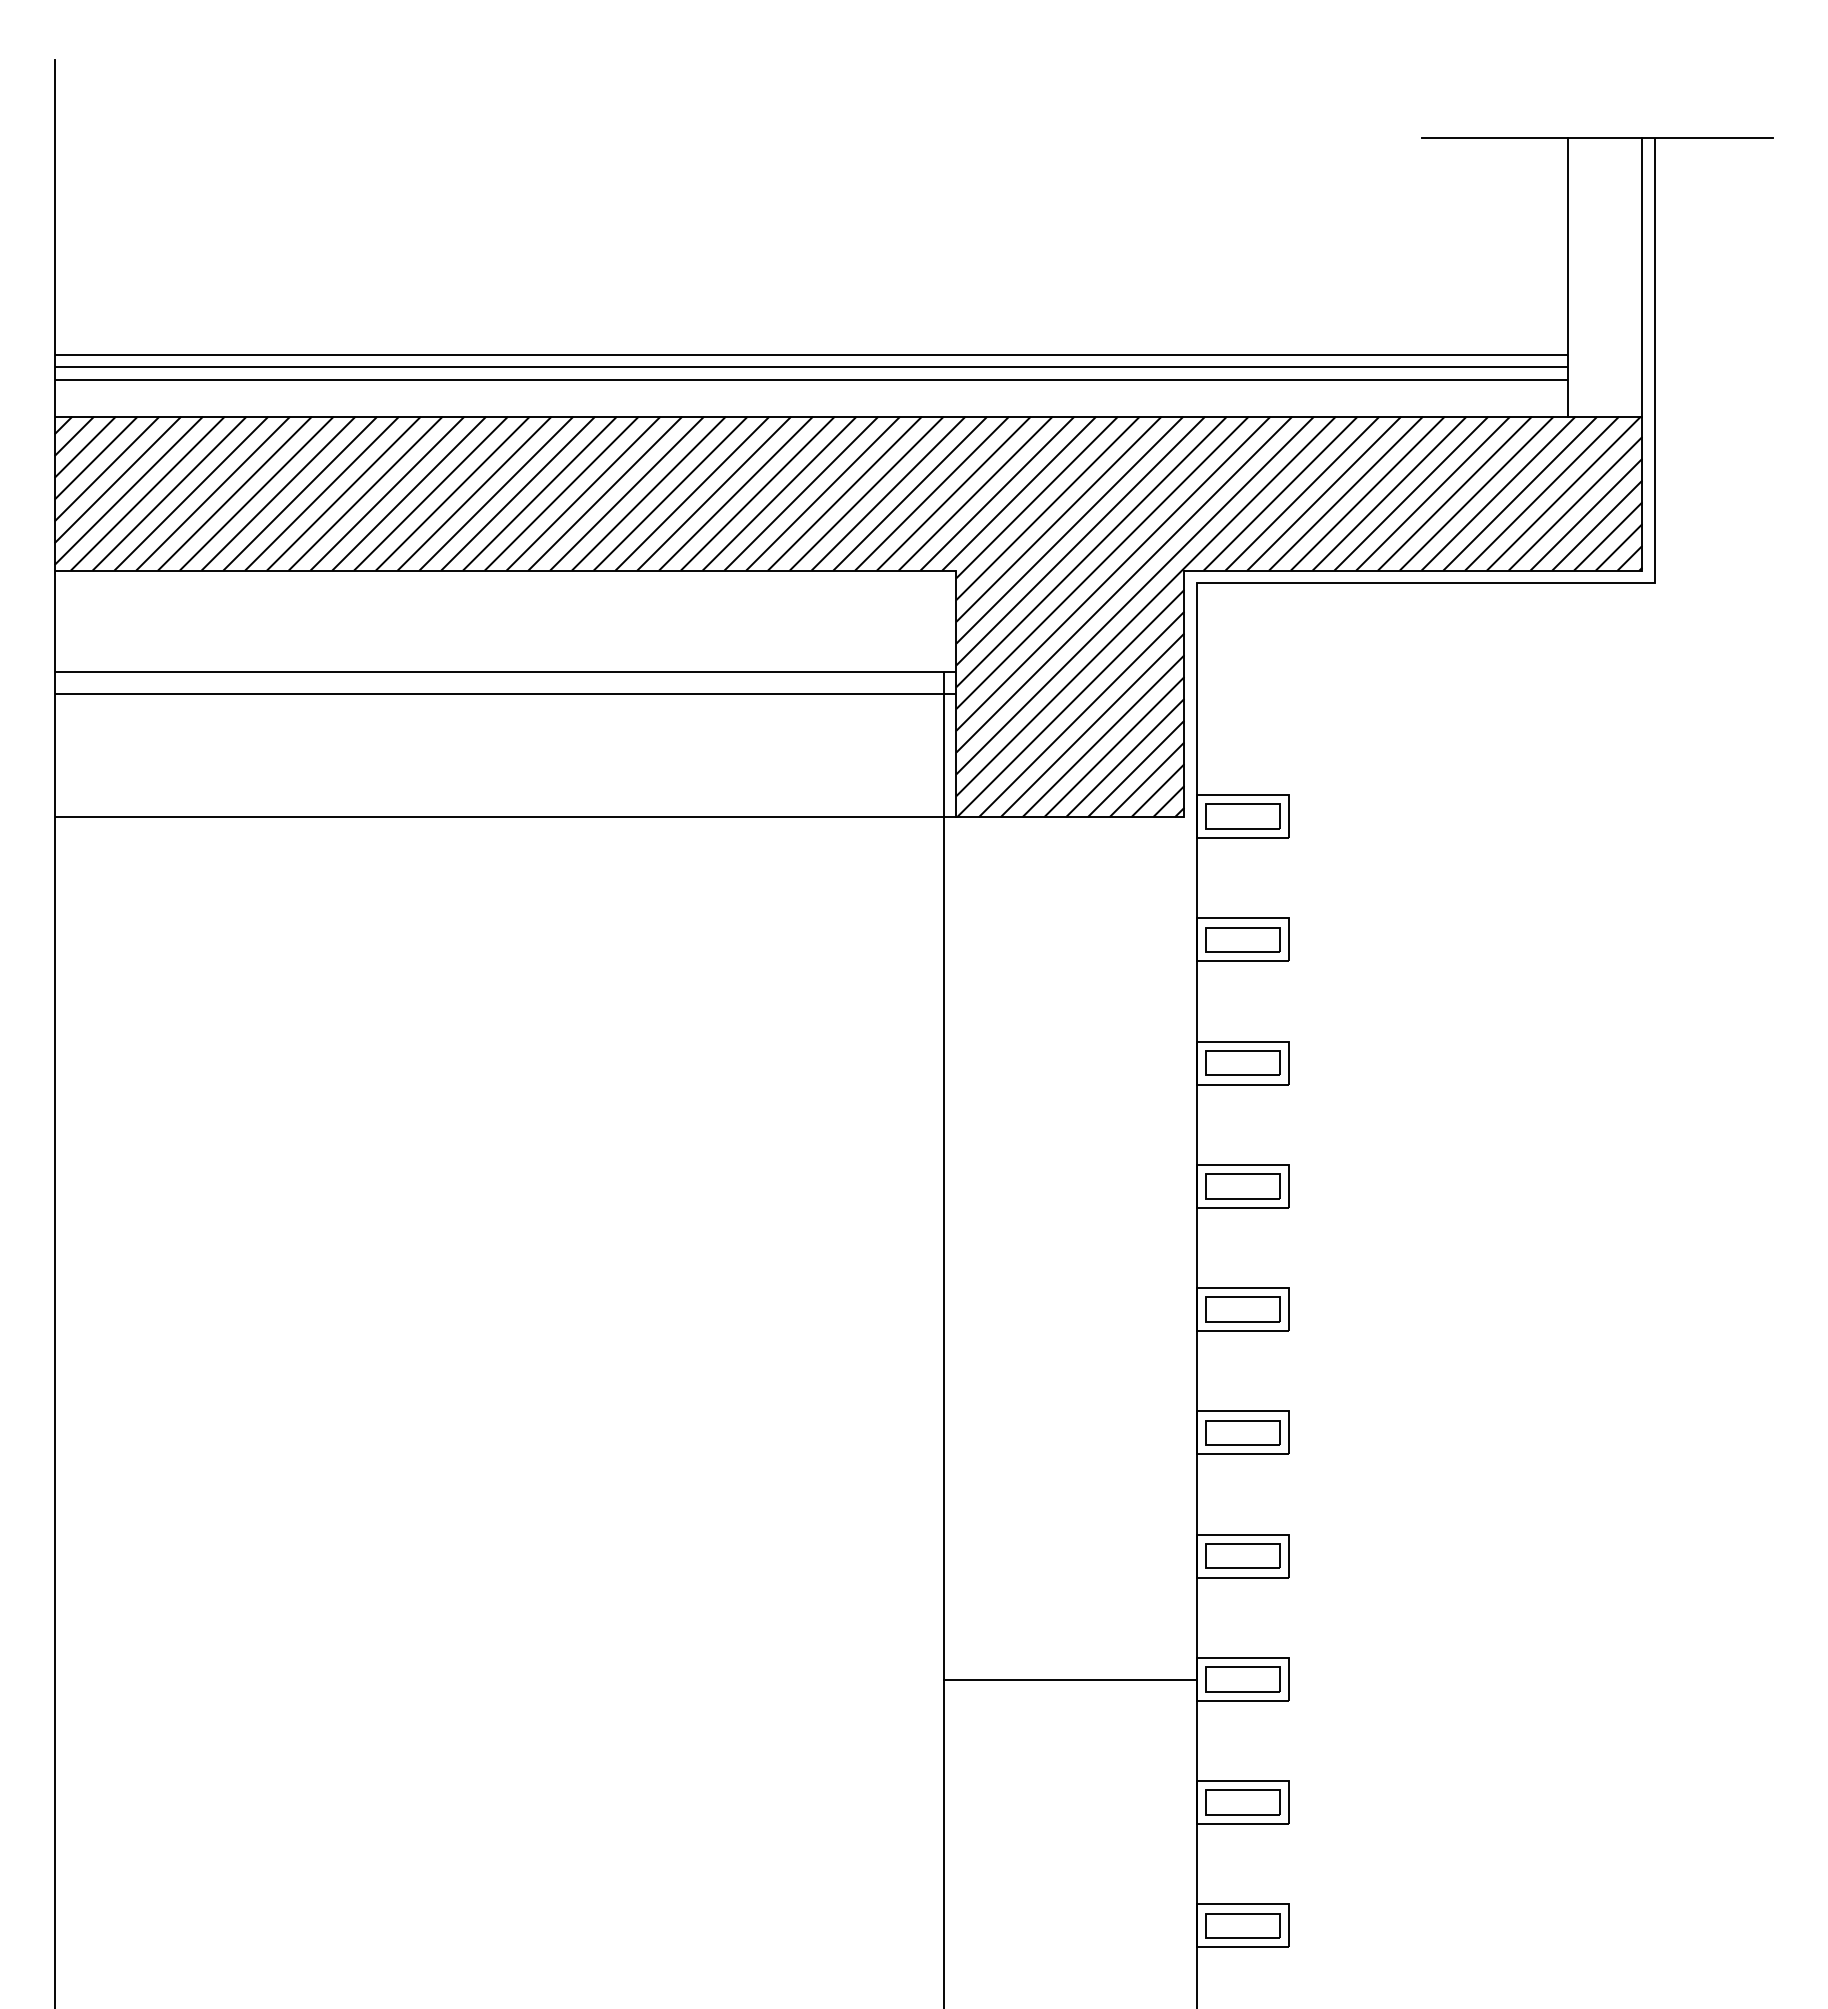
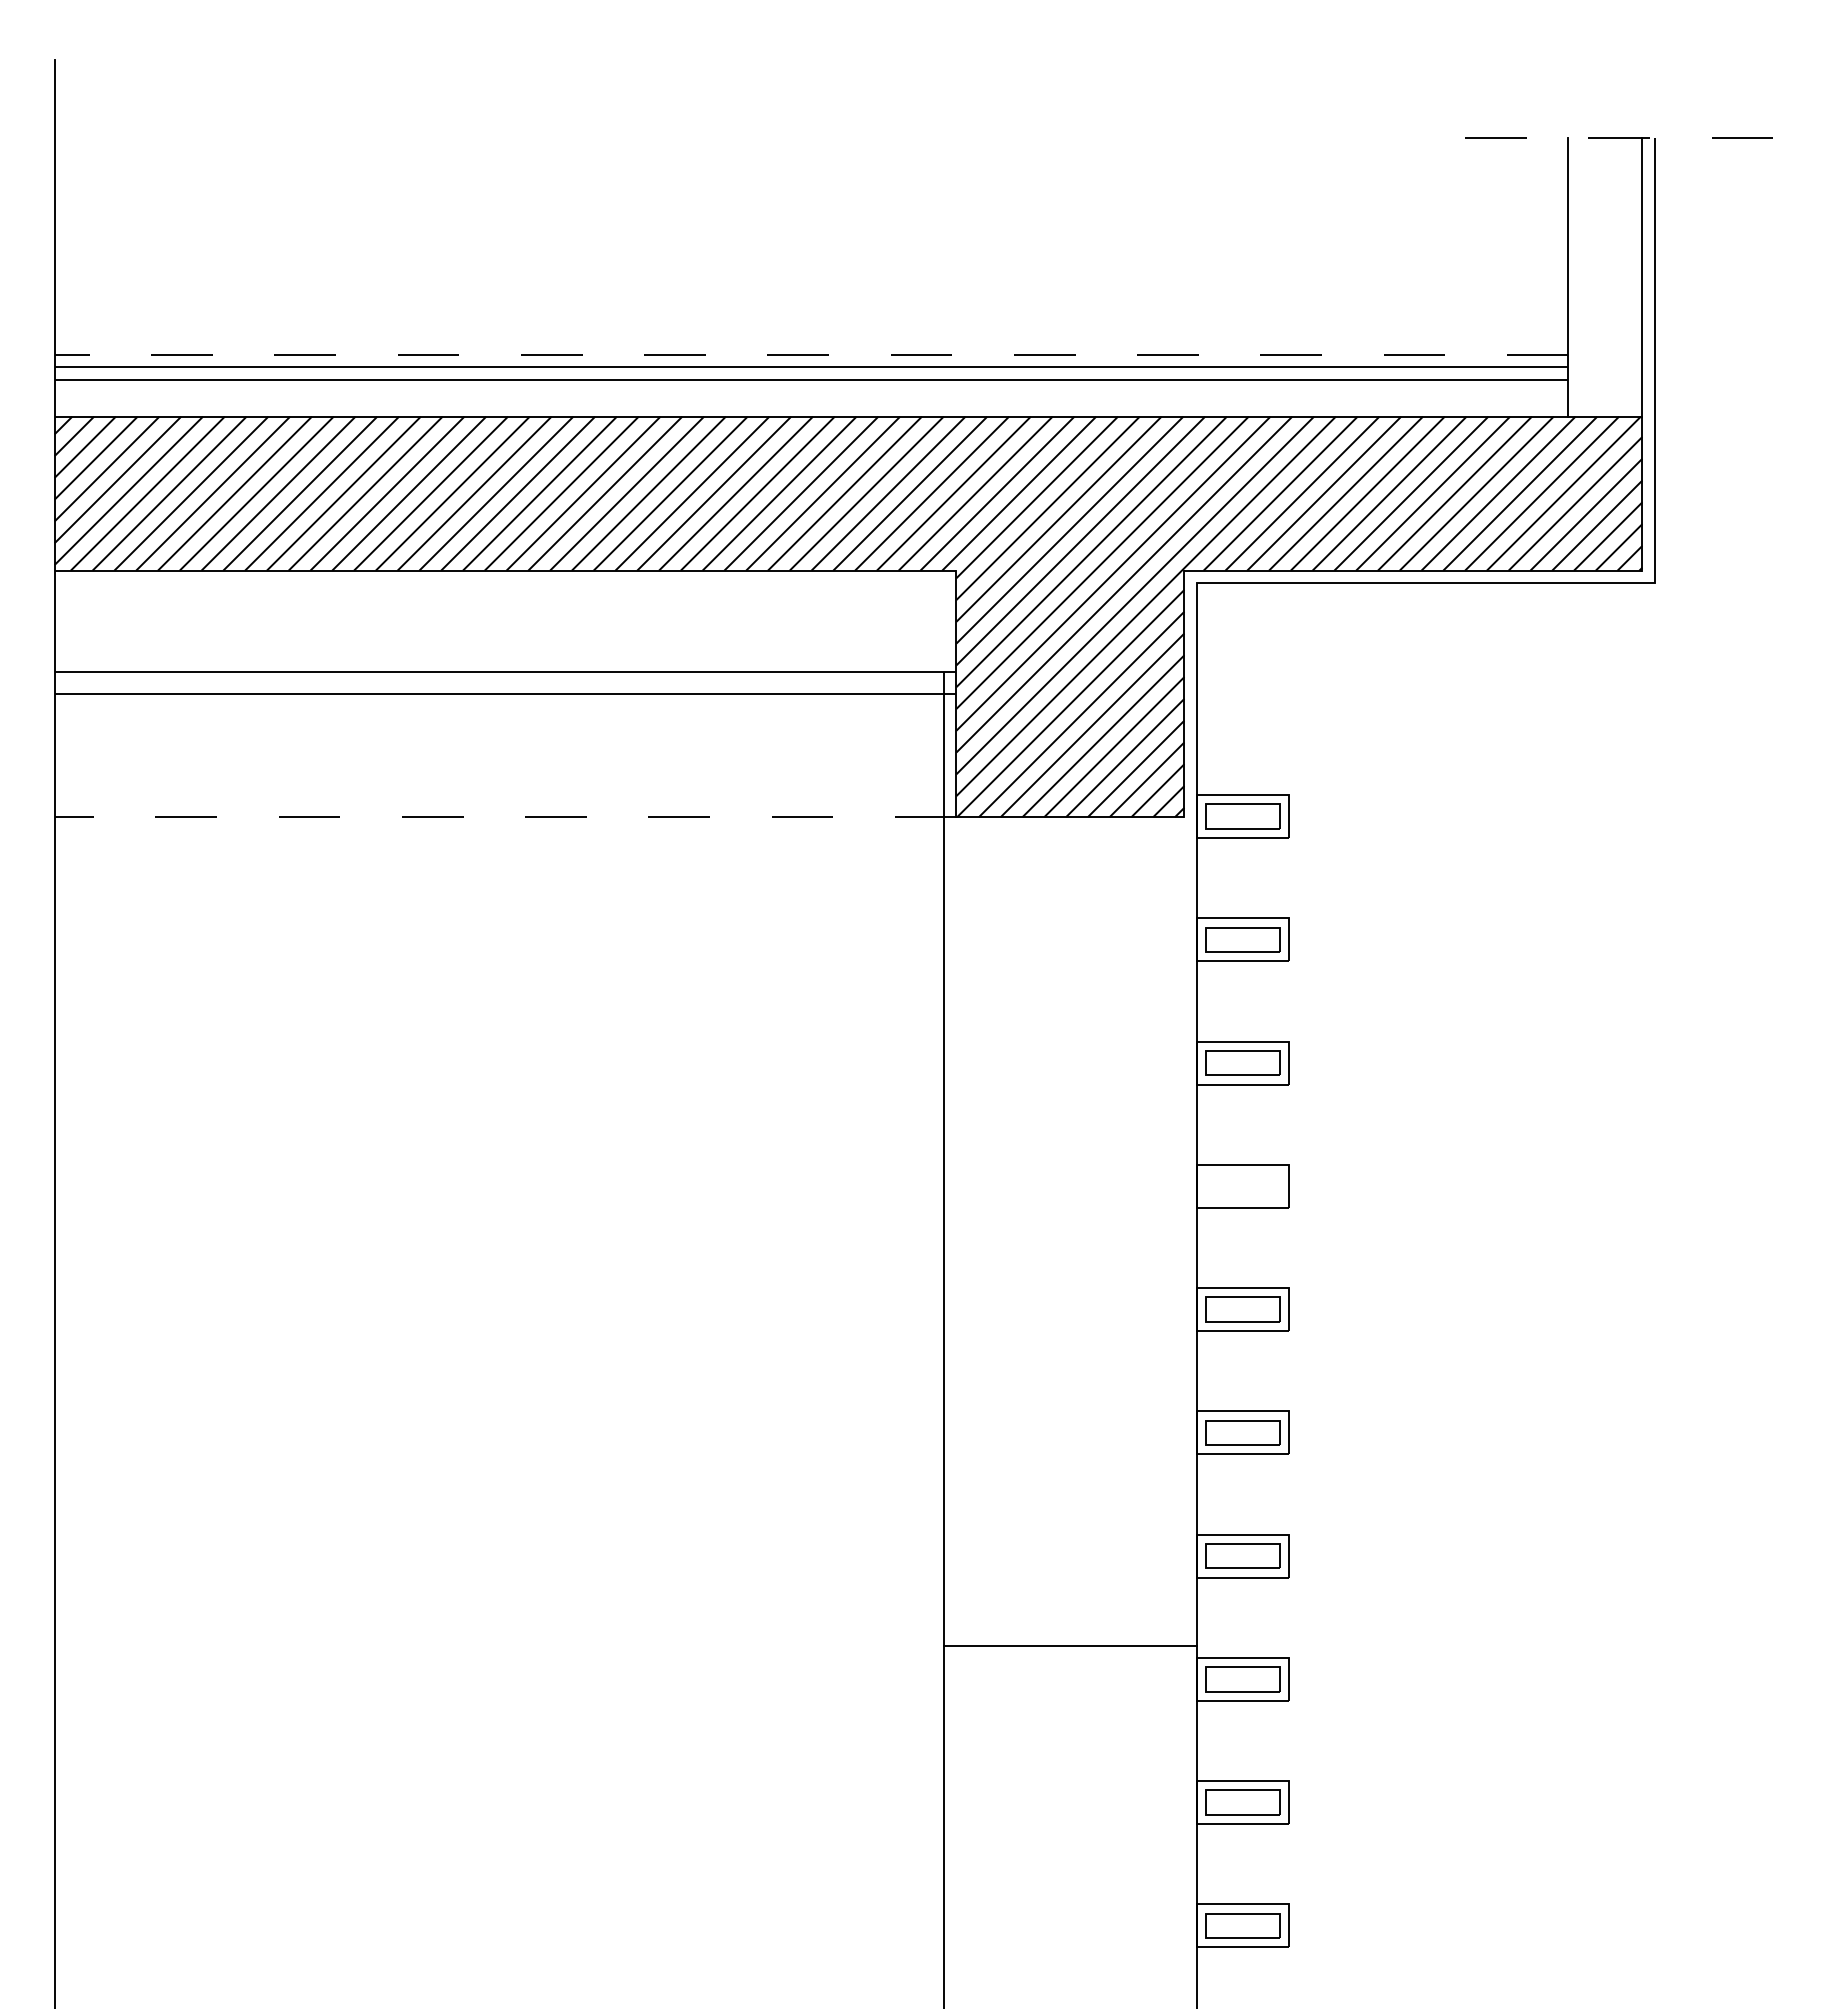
line at (1597, 138): solid -> dashed
line at (811, 355): solid -> dashed
line at (505, 817): solid -> dashed
part at (1242, 1186): present -> none
line at (1070, 1679) position: (1070, 1679) -> (1070, 1645)
